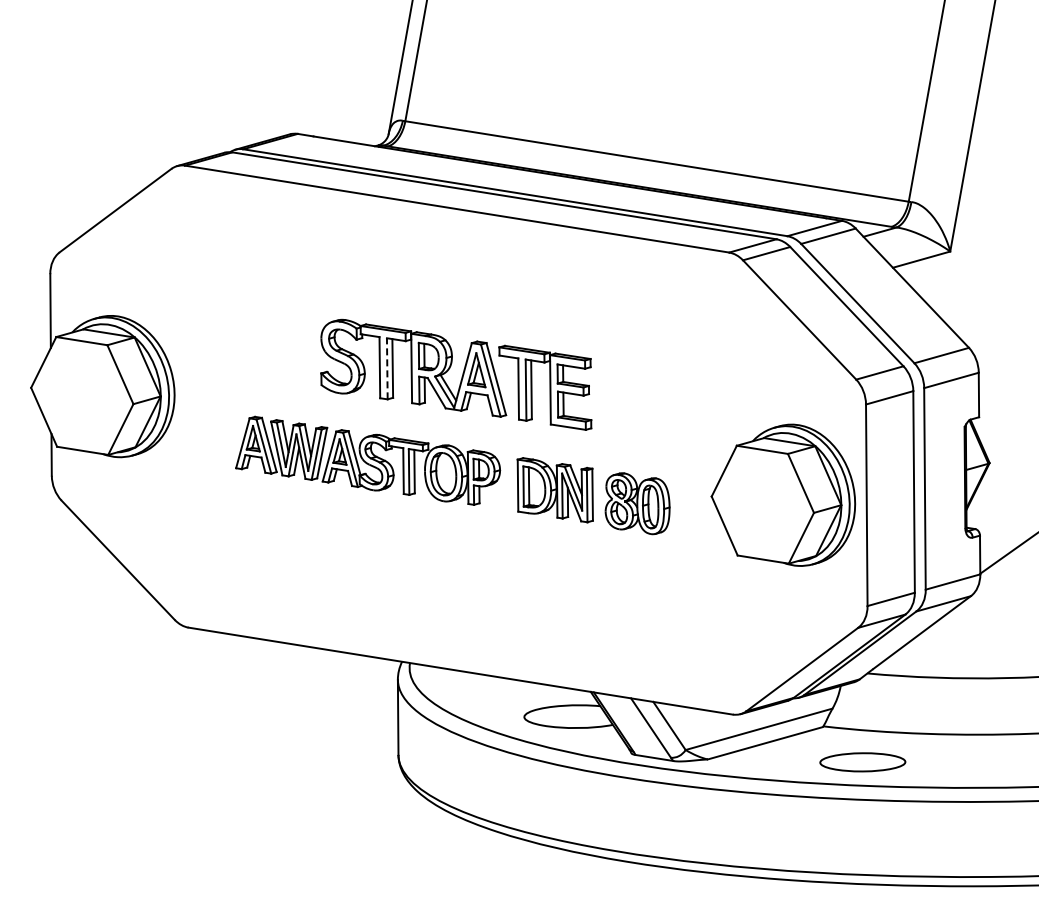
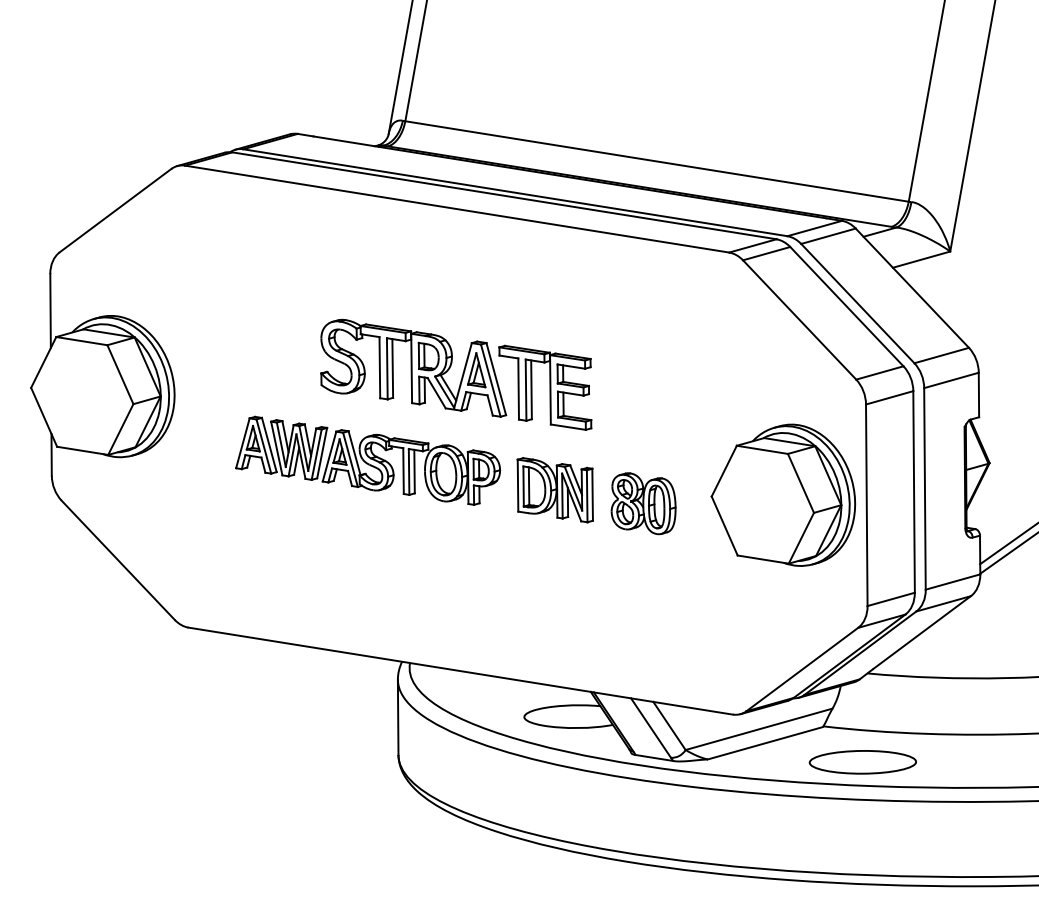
line at (387, 368): dashed -> solid
part at (637, 503) position: (637, 503) -> (643, 503)
line at (1007, 544): none -> present
part at (862, 762) size: 88x21 px -> 109x25 px
